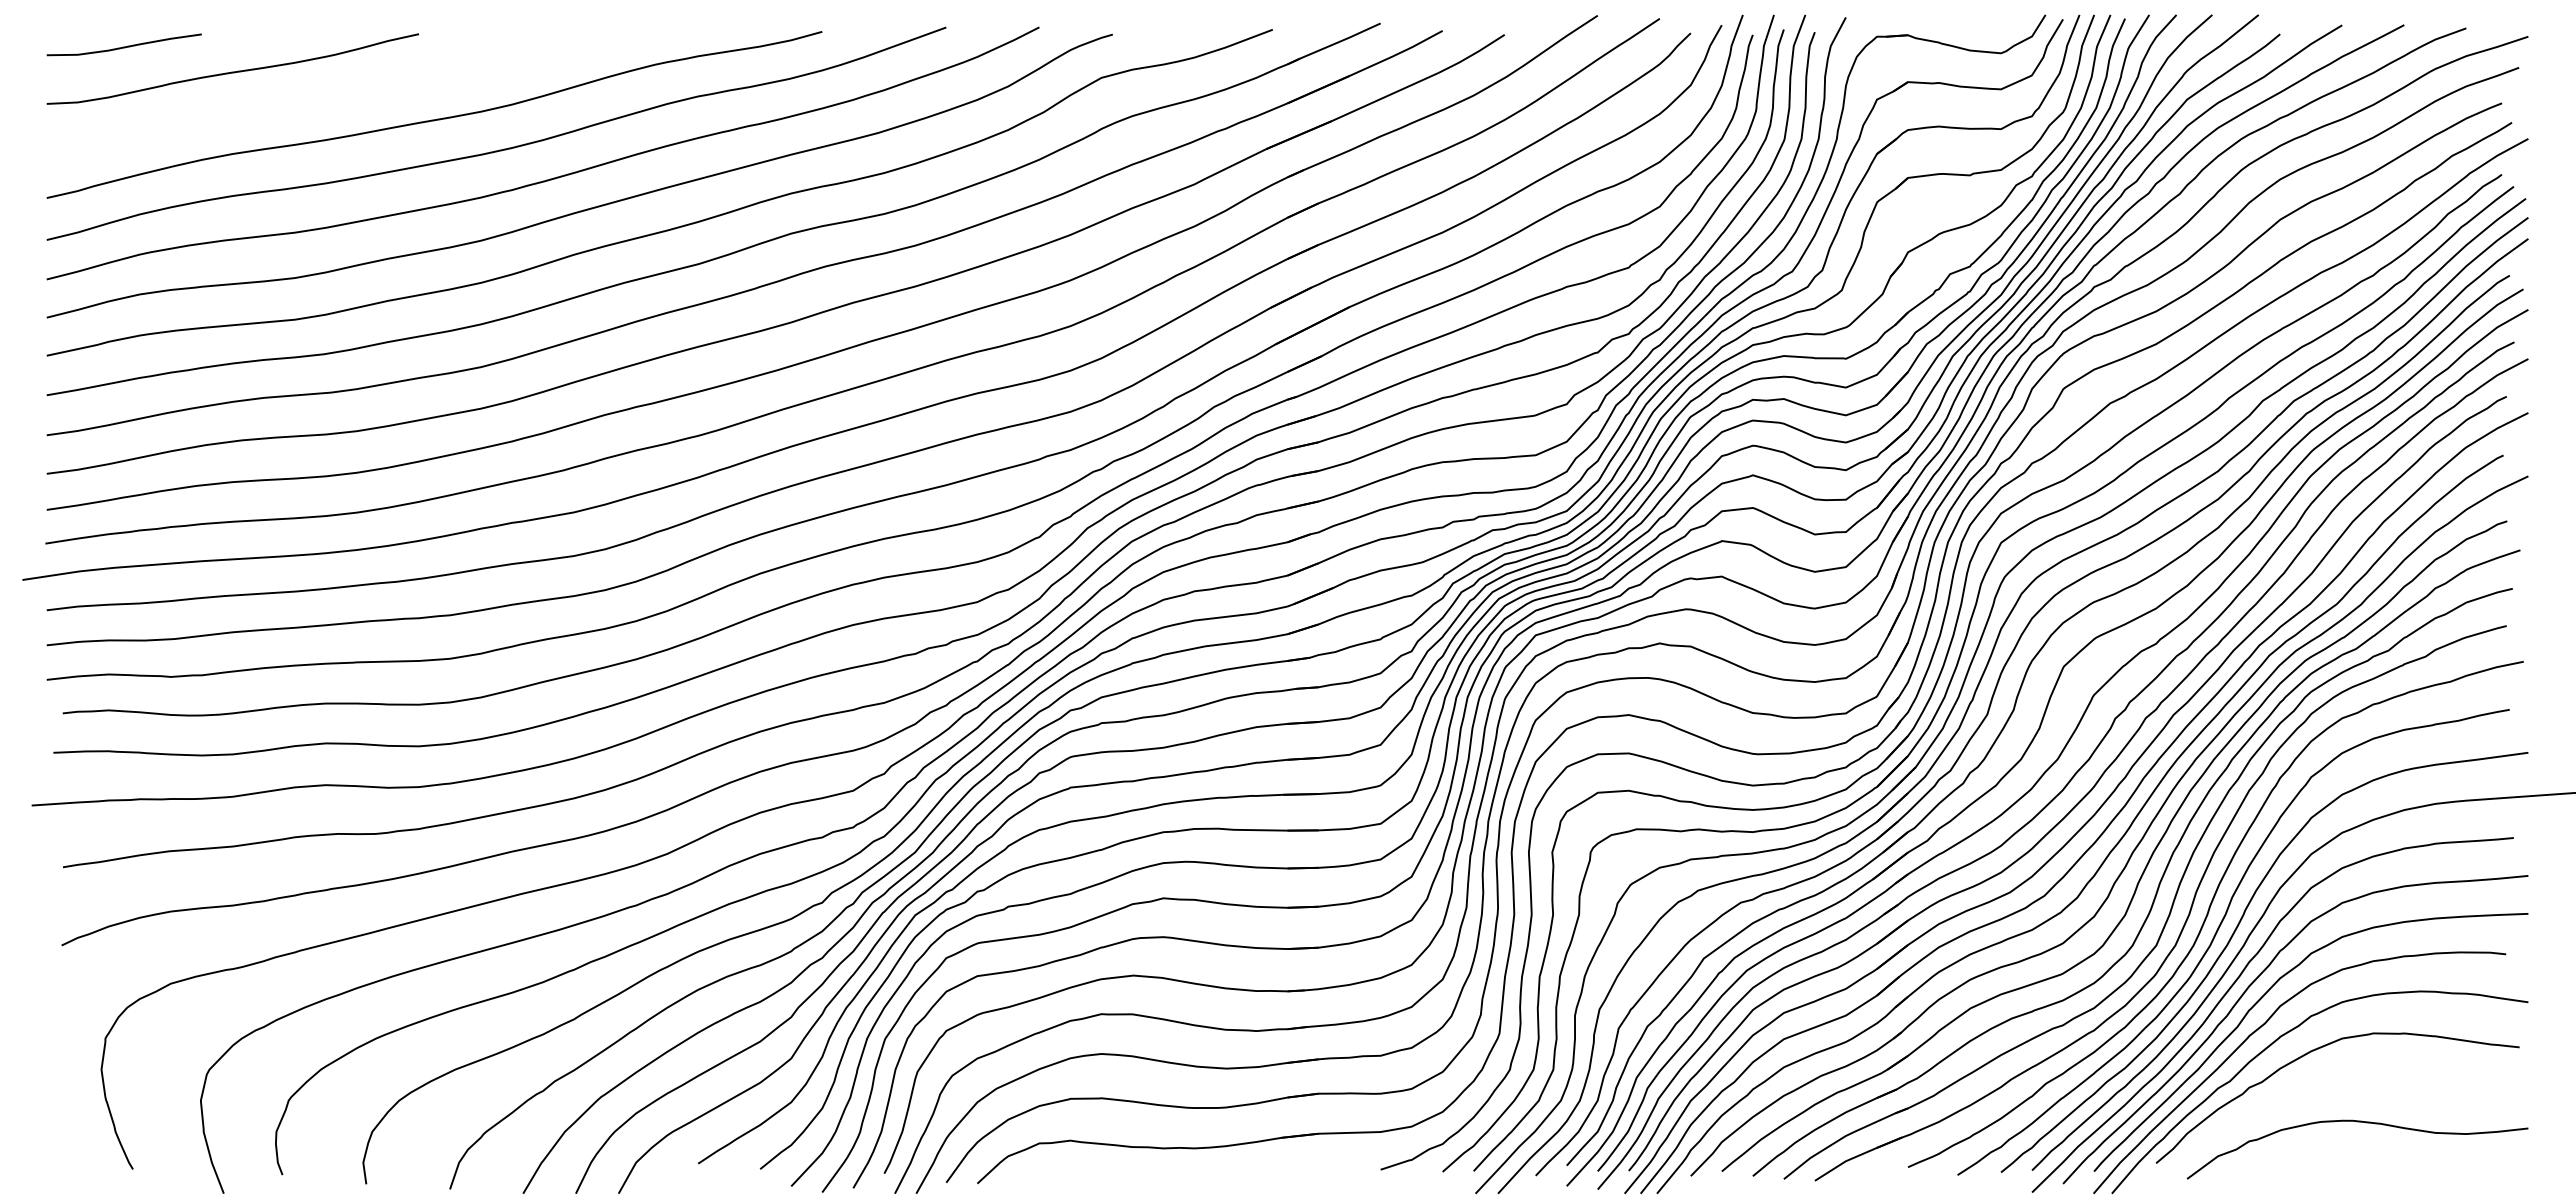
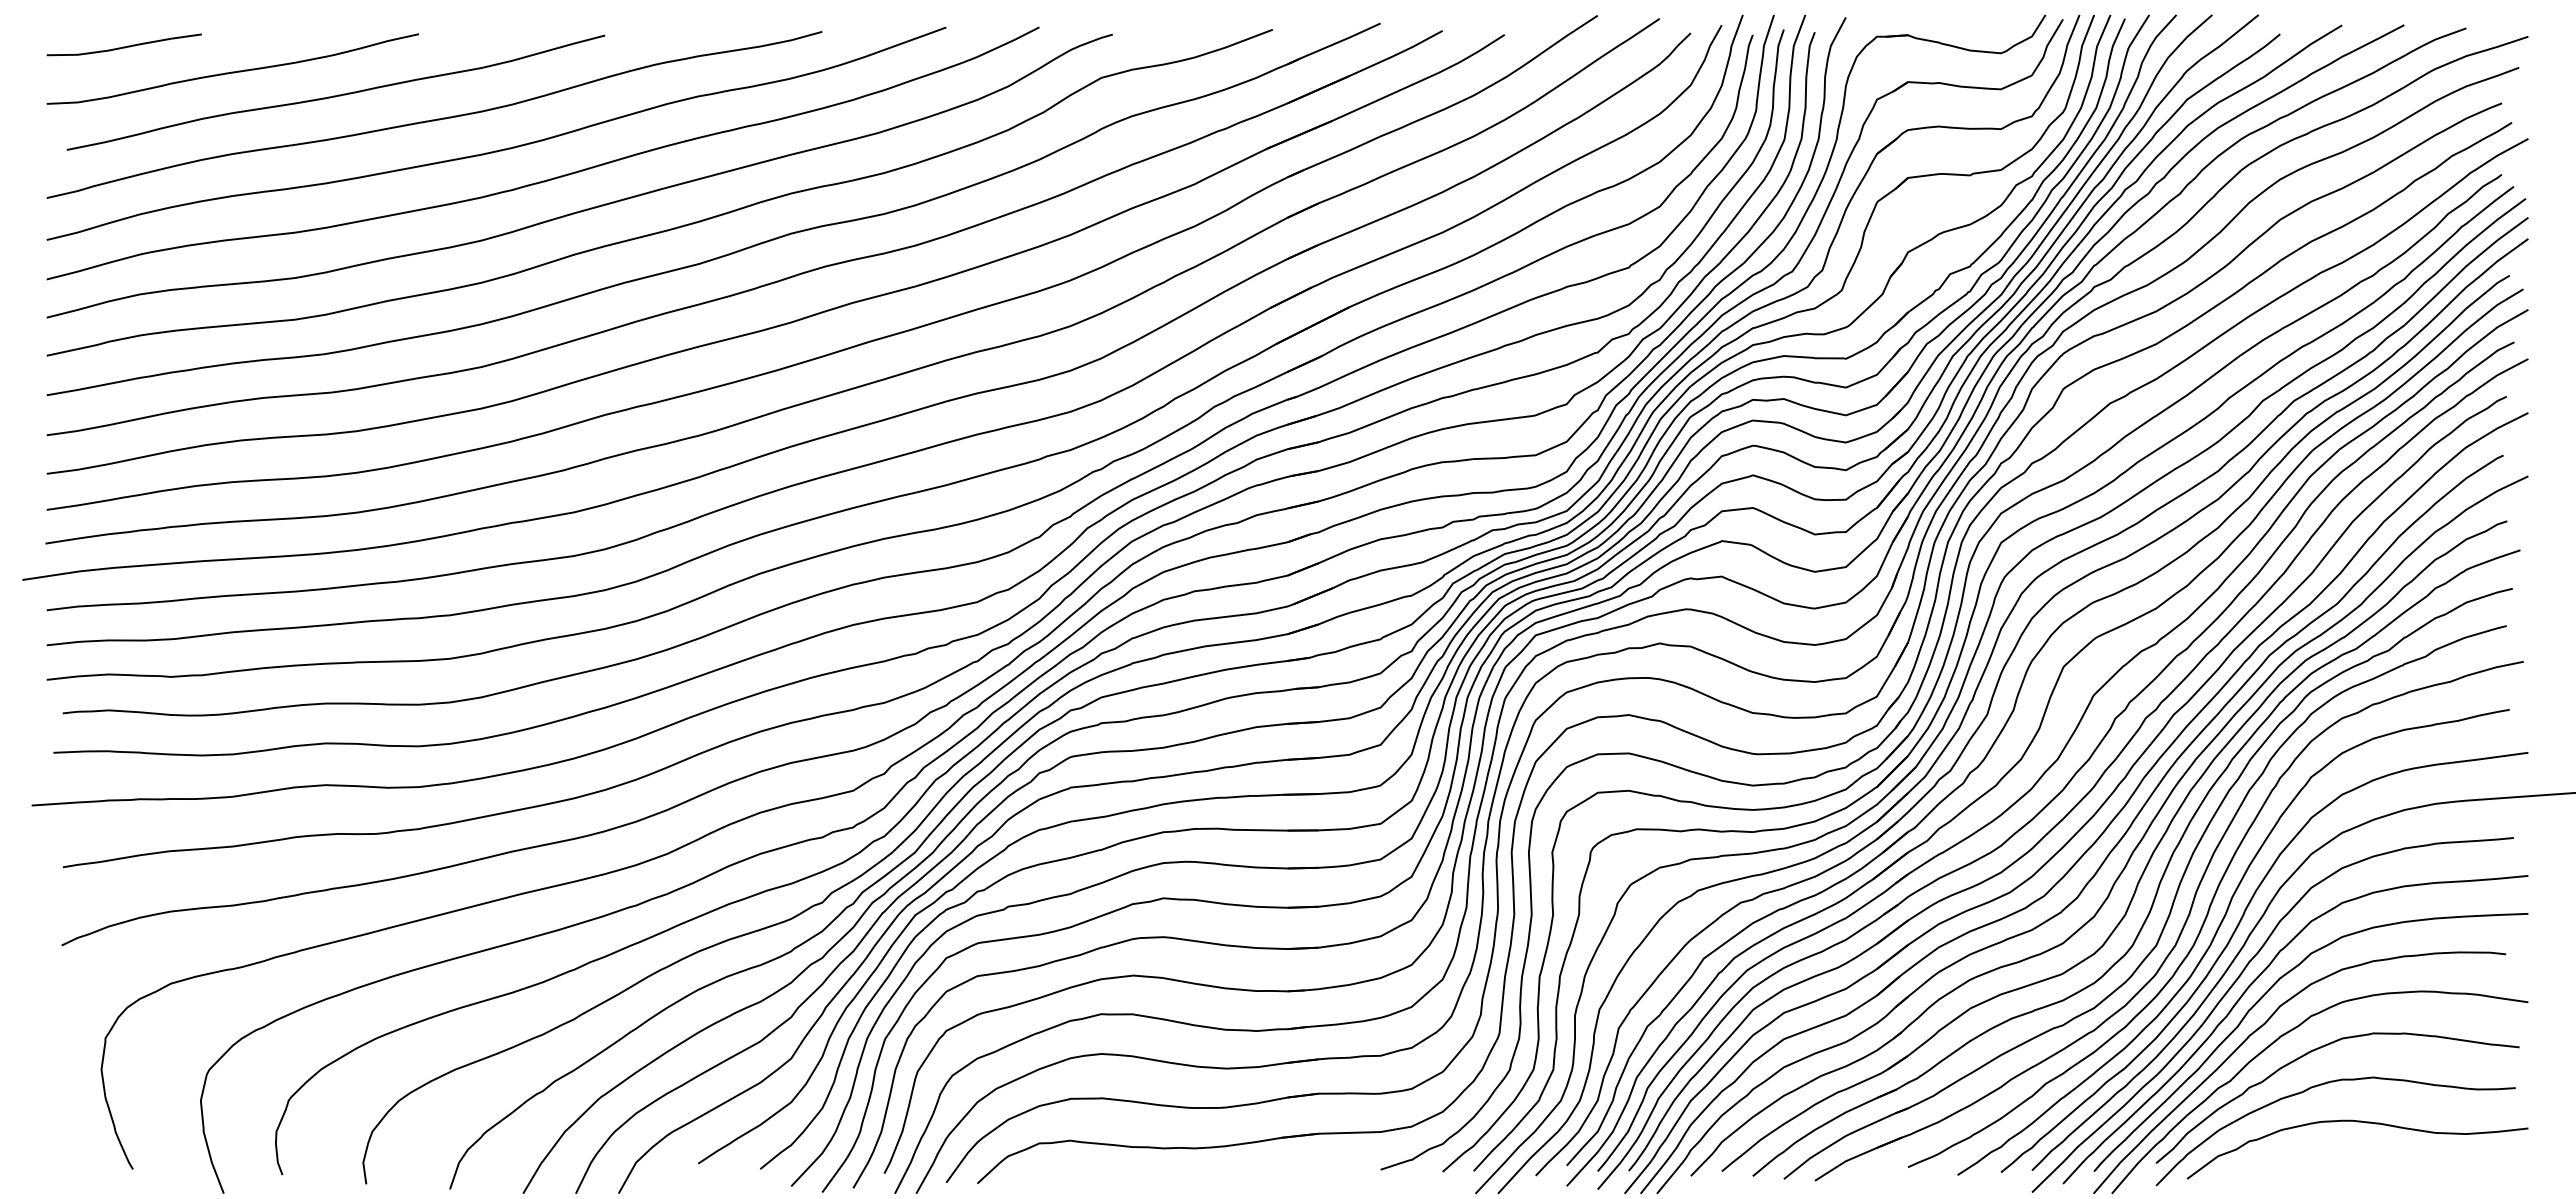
curve at (335, 95): none -> present
curve at (2322, 1085): none -> present
